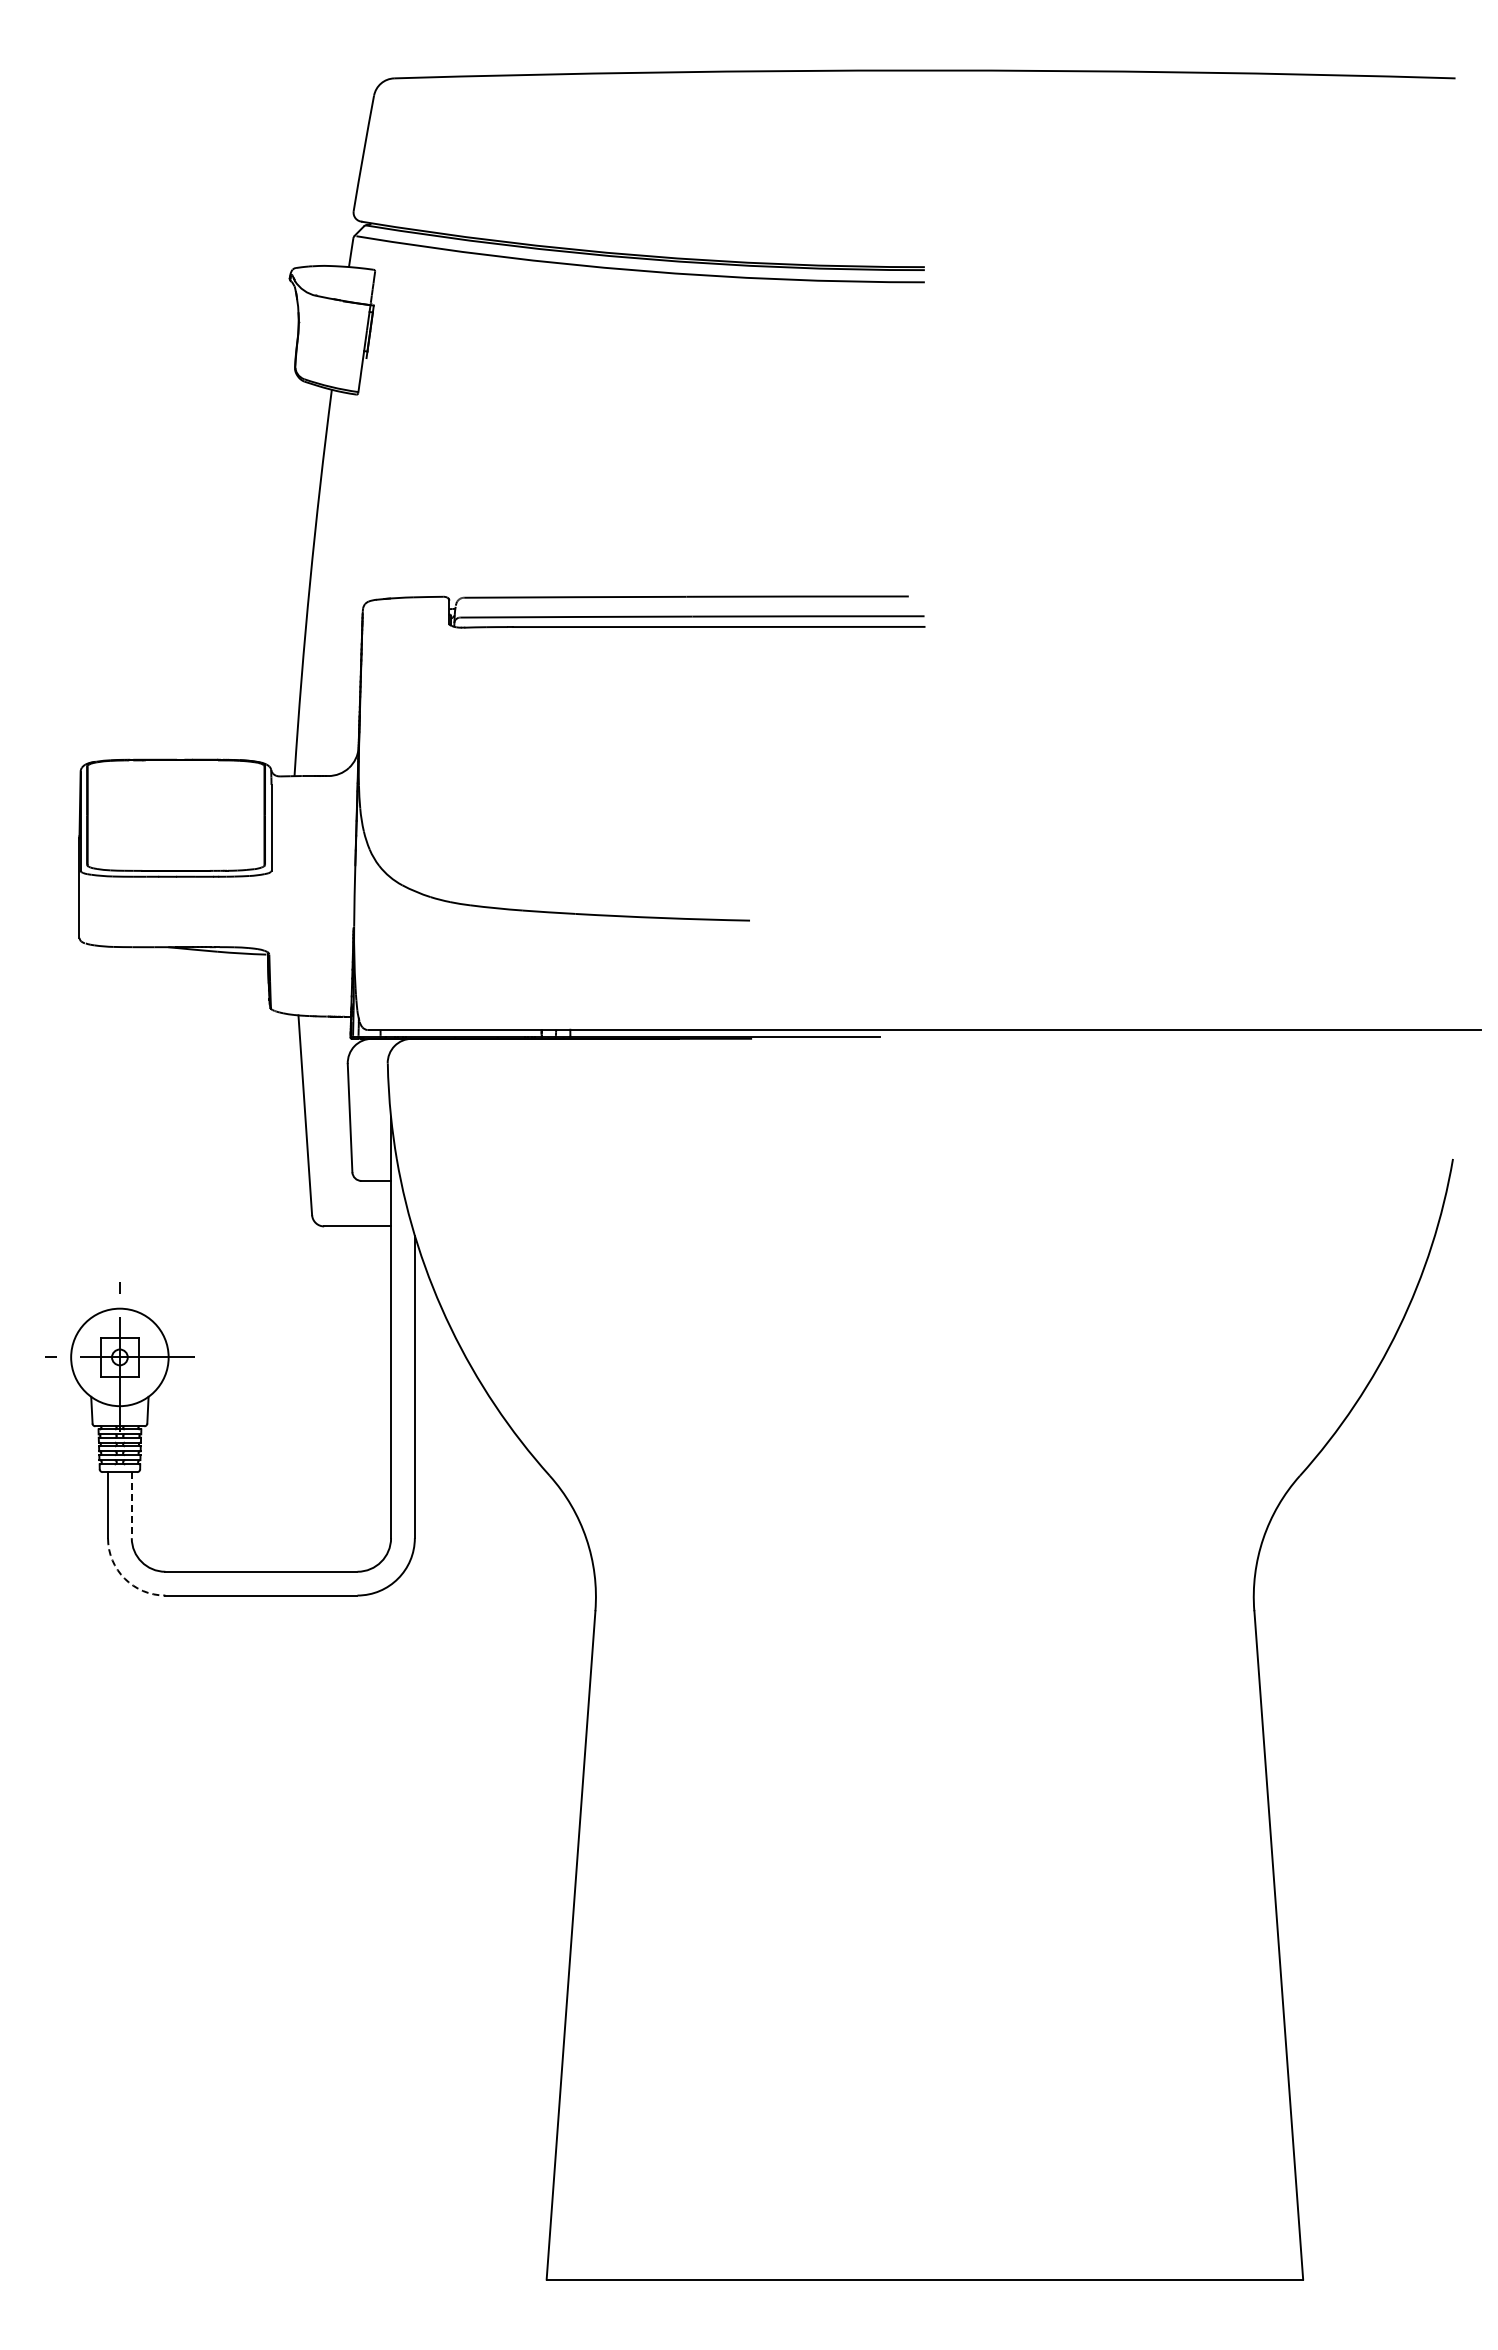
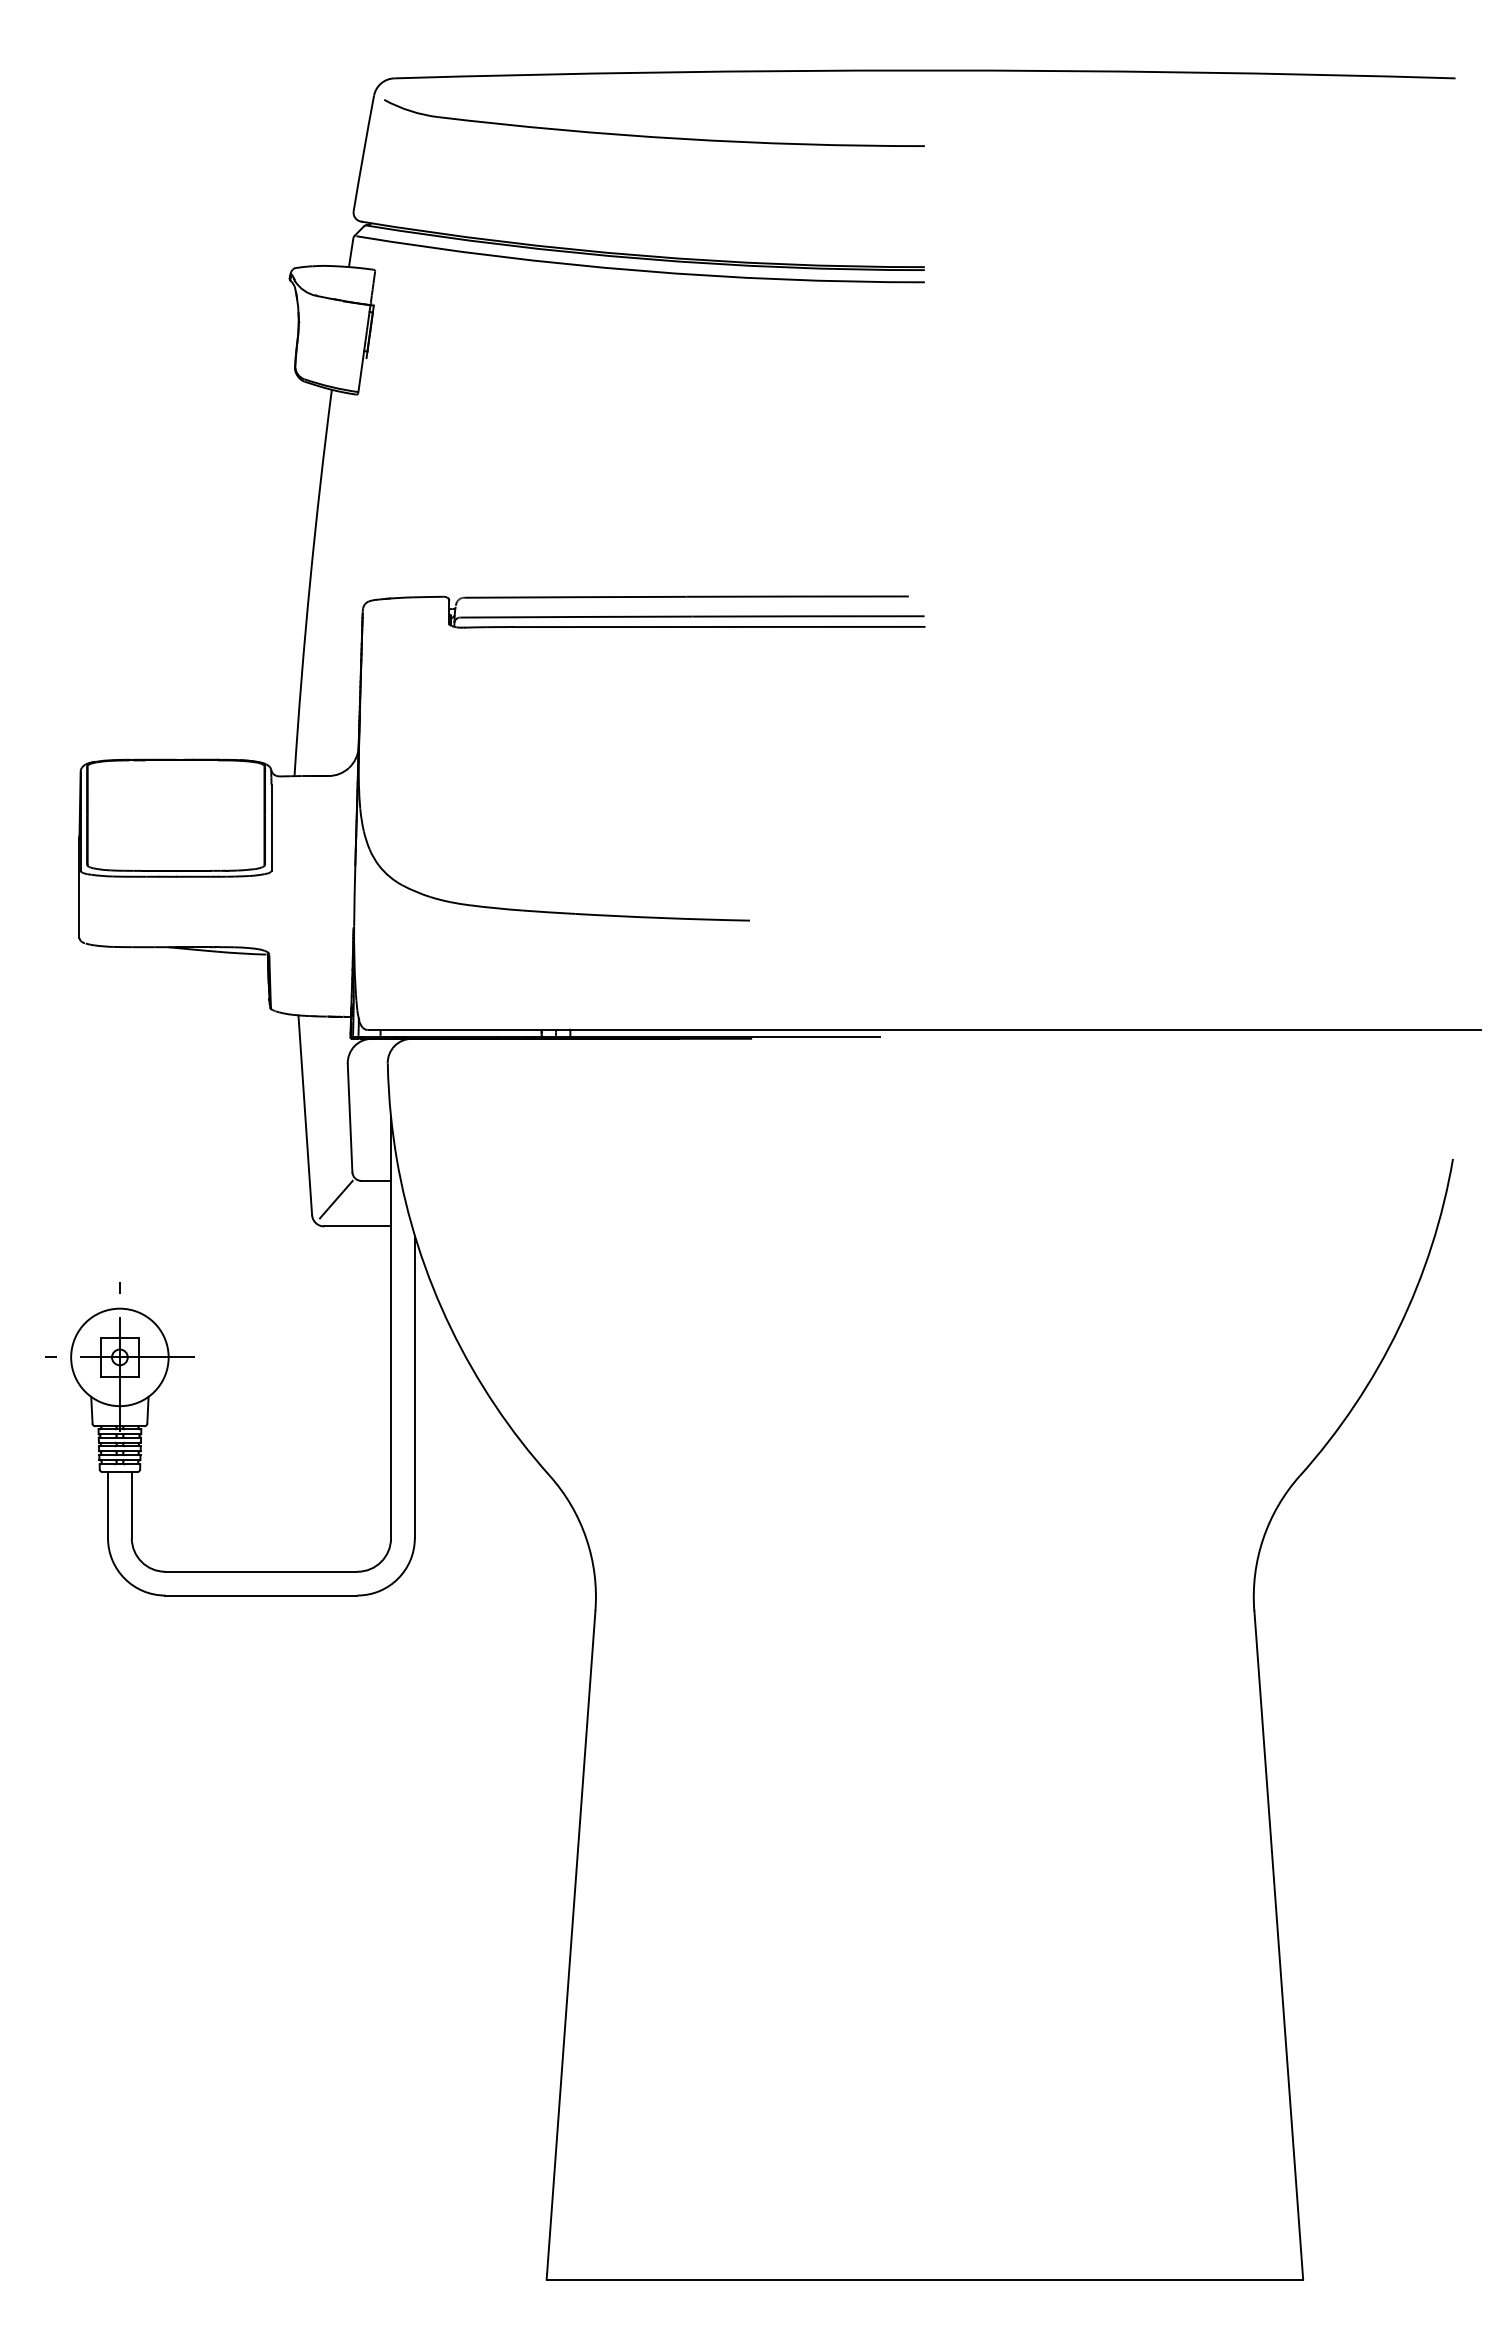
part at (654, 136): none -> present
line at (335, 1199): none -> present
line at (131, 1505): dashed -> solid
arc at (124, 1578): dashed -> solid
